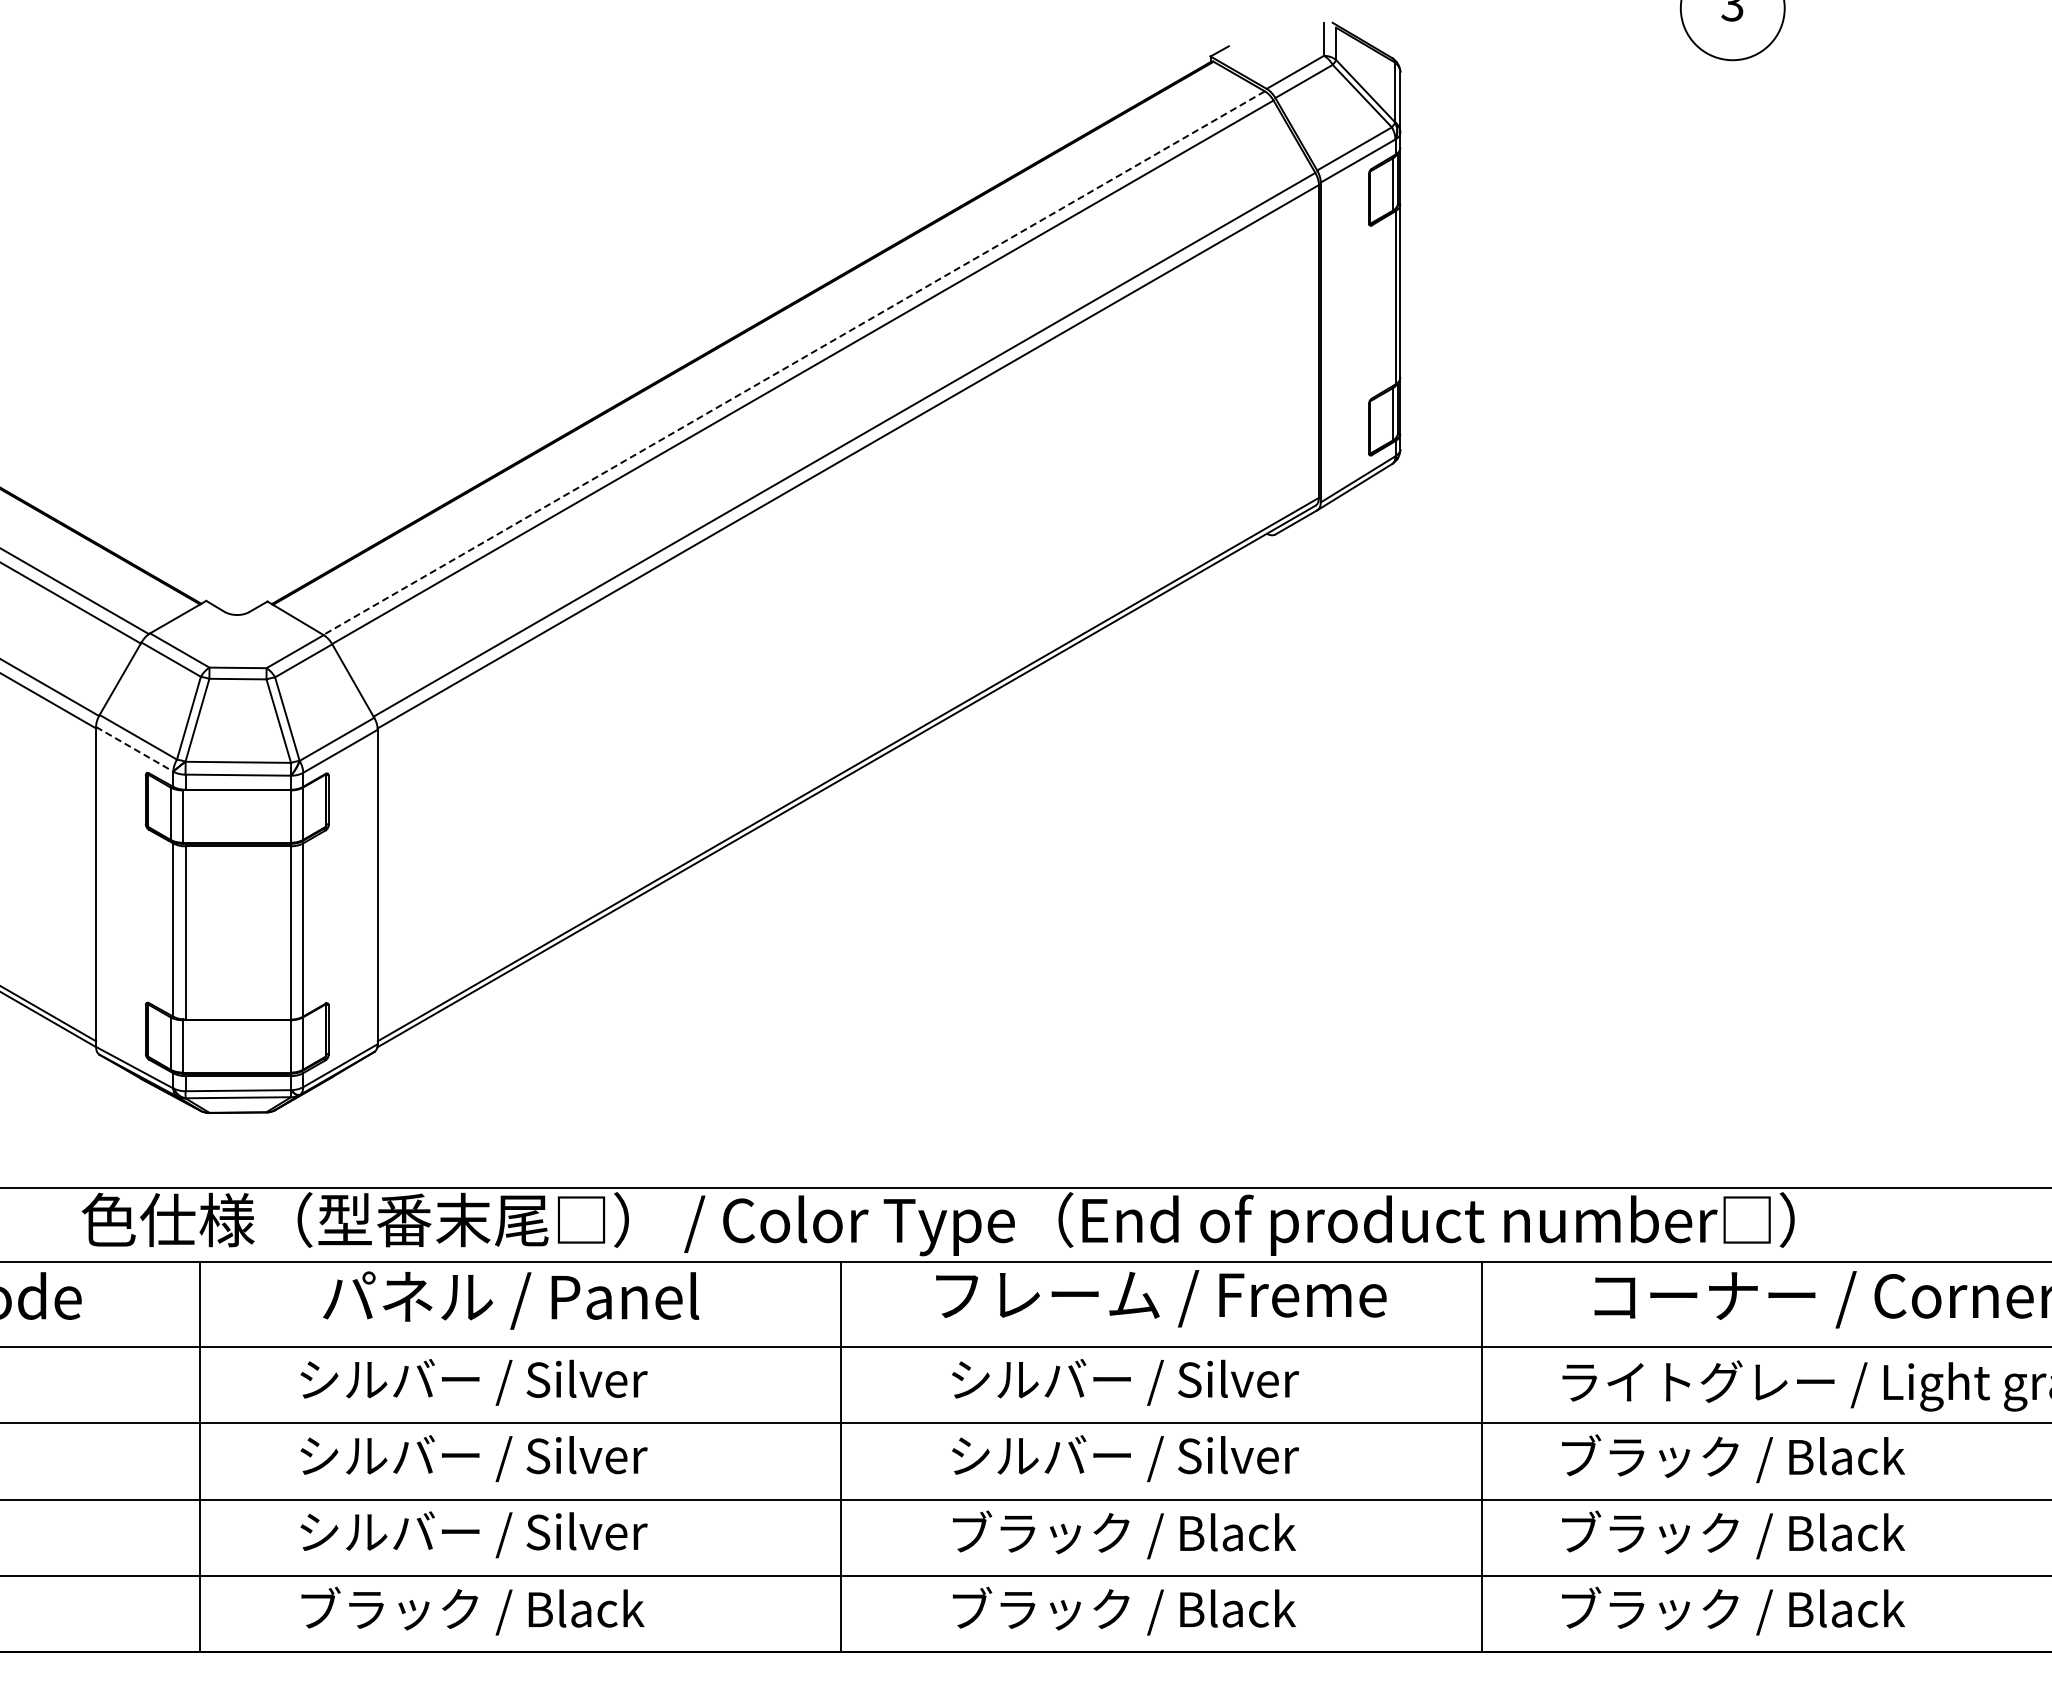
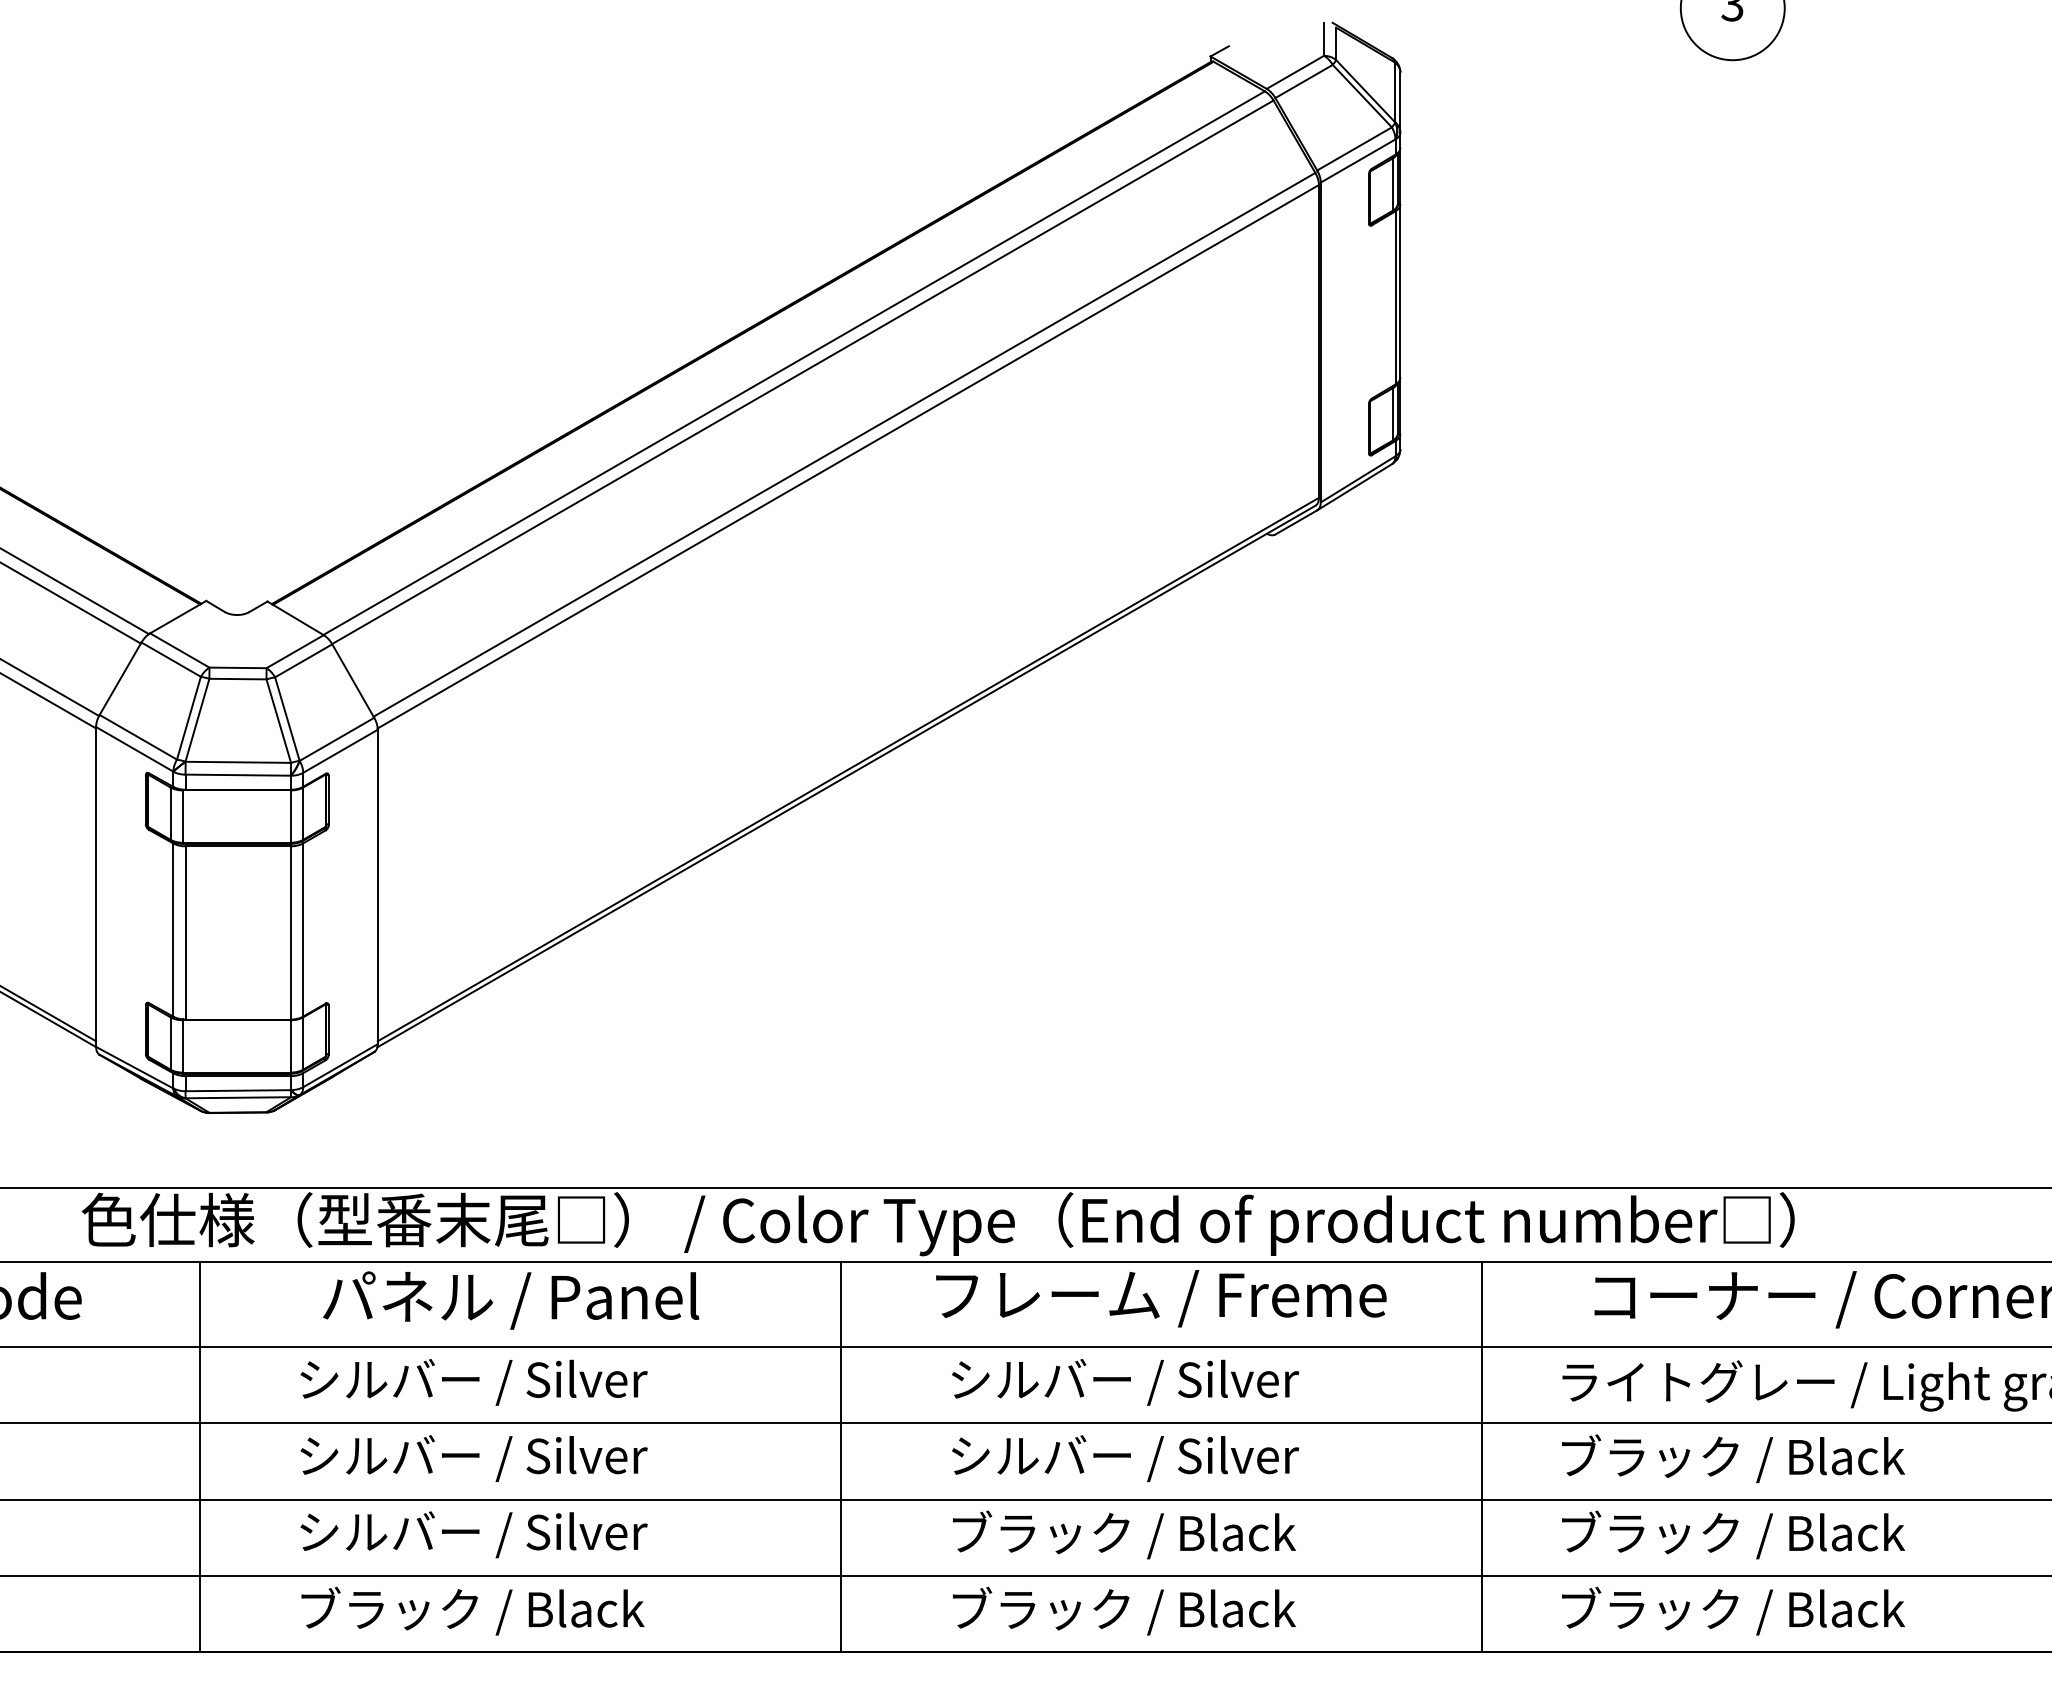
line at (794, 363): dashed -> solid
line at (134, 749): dashed -> solid
